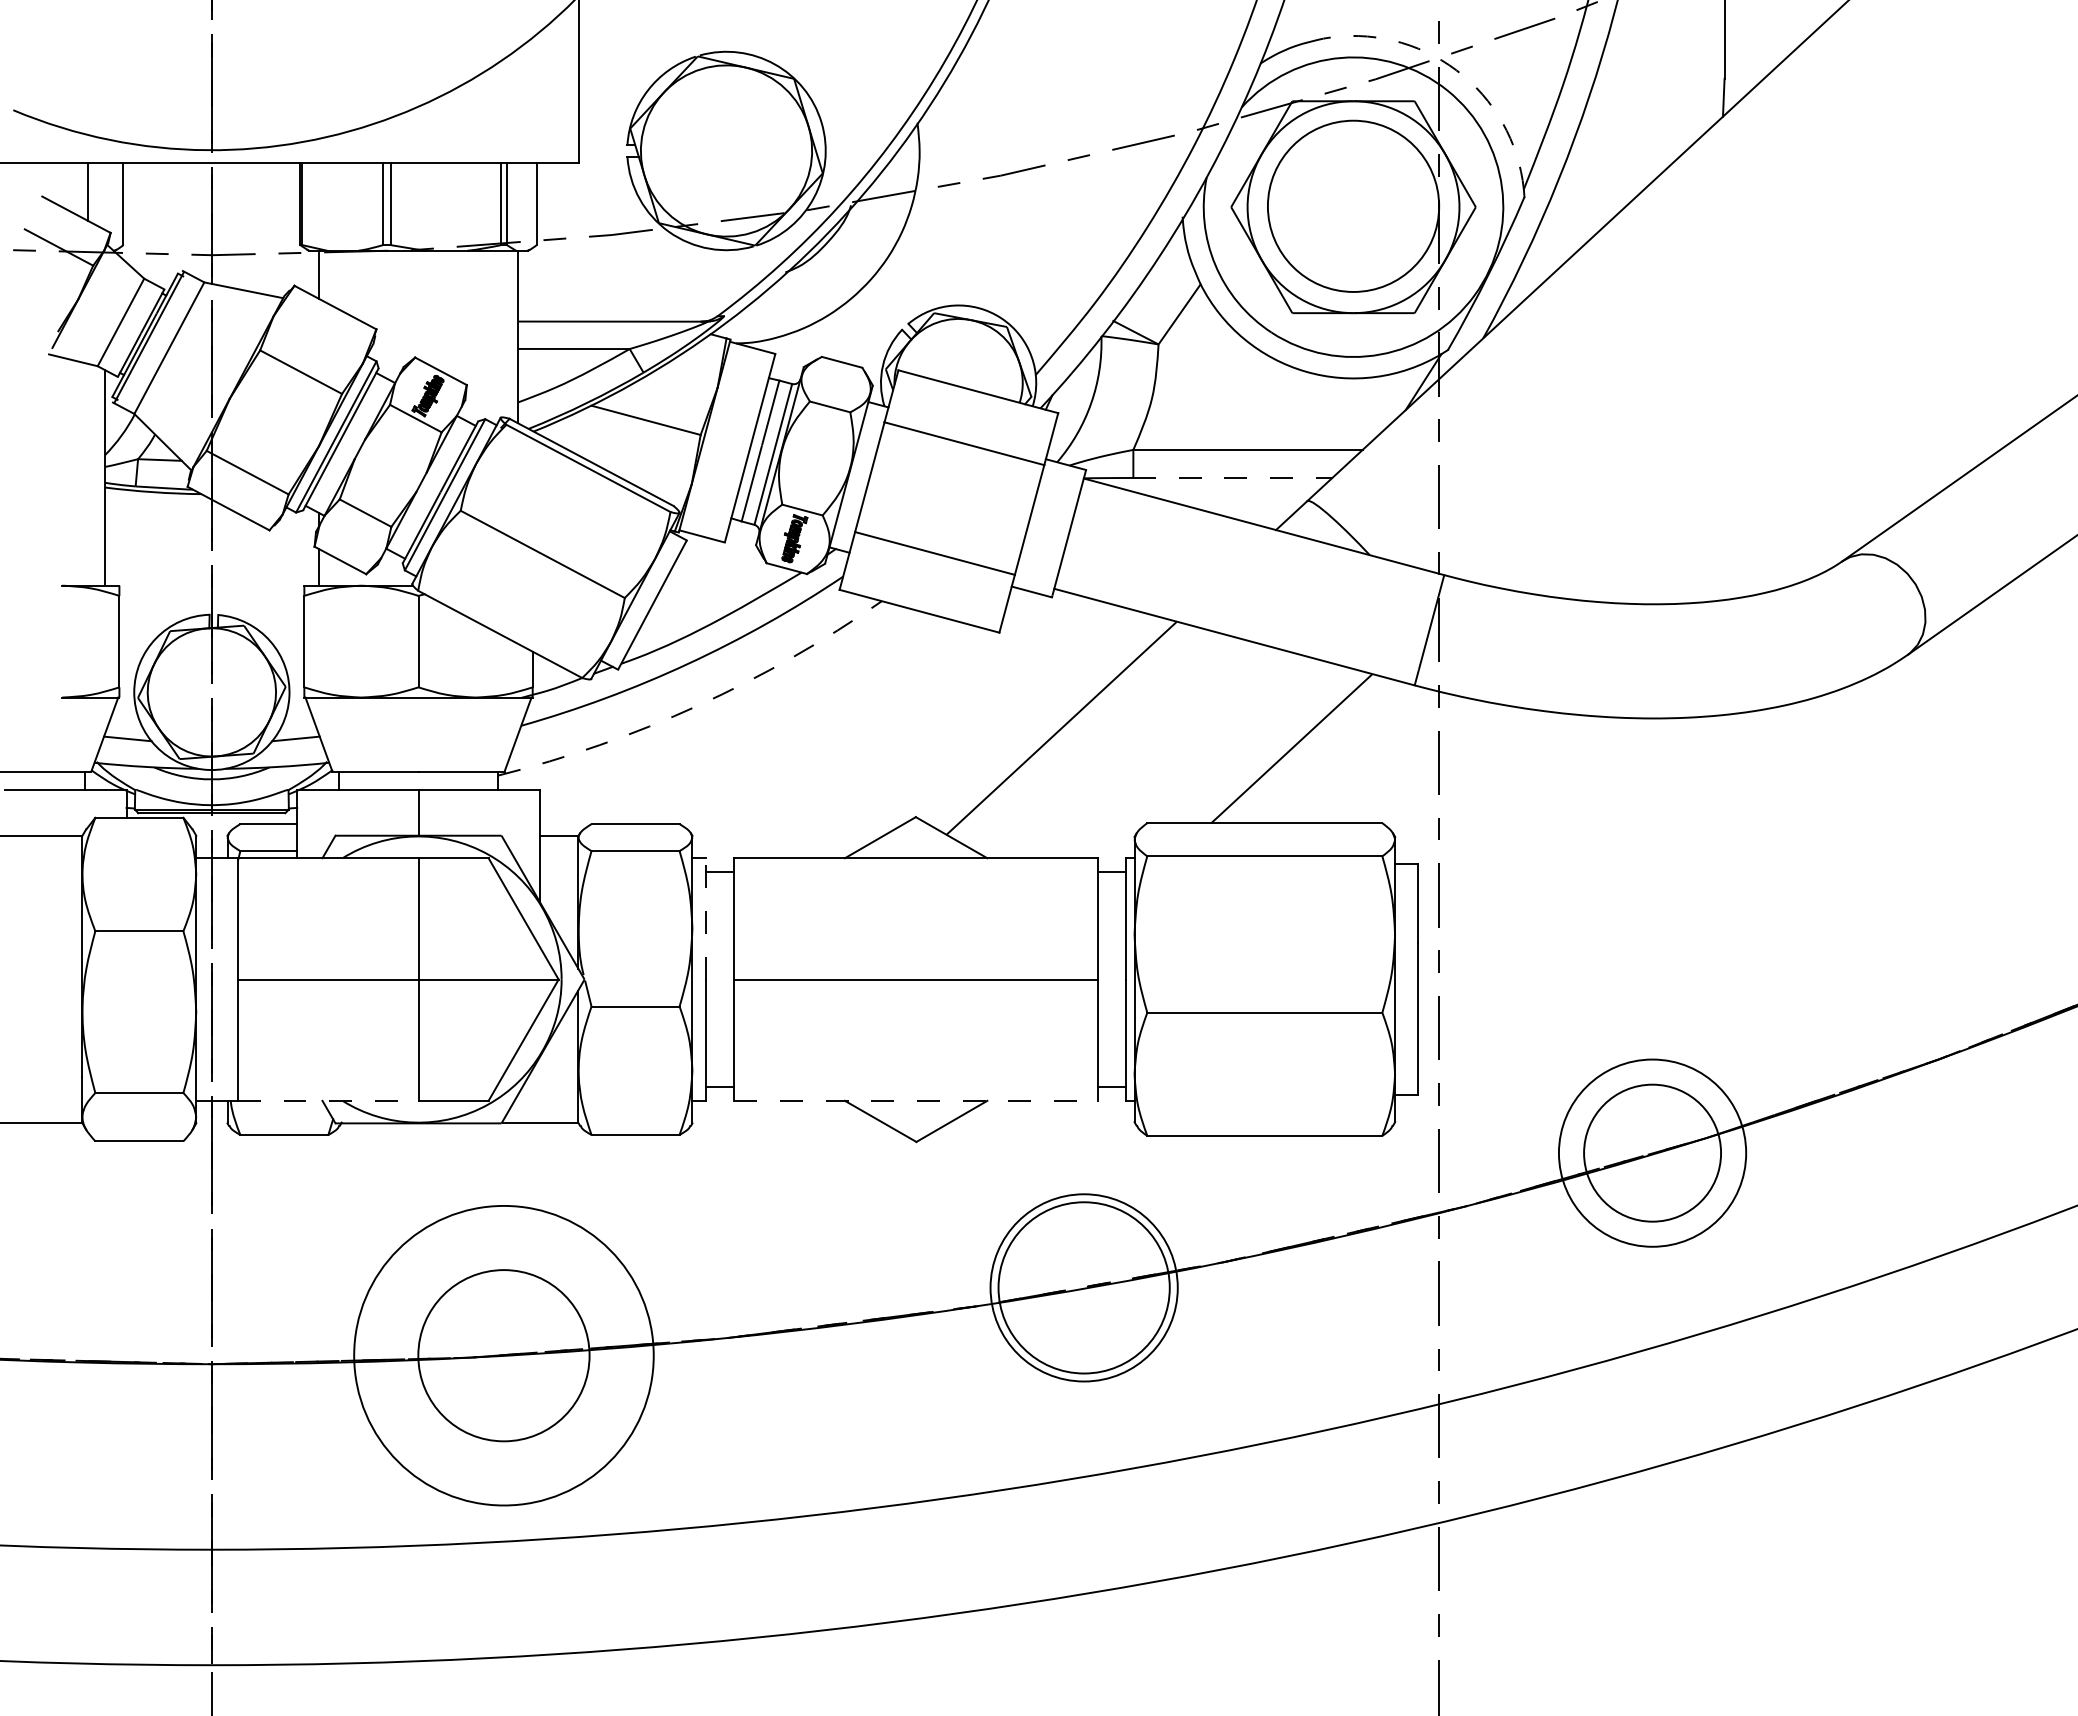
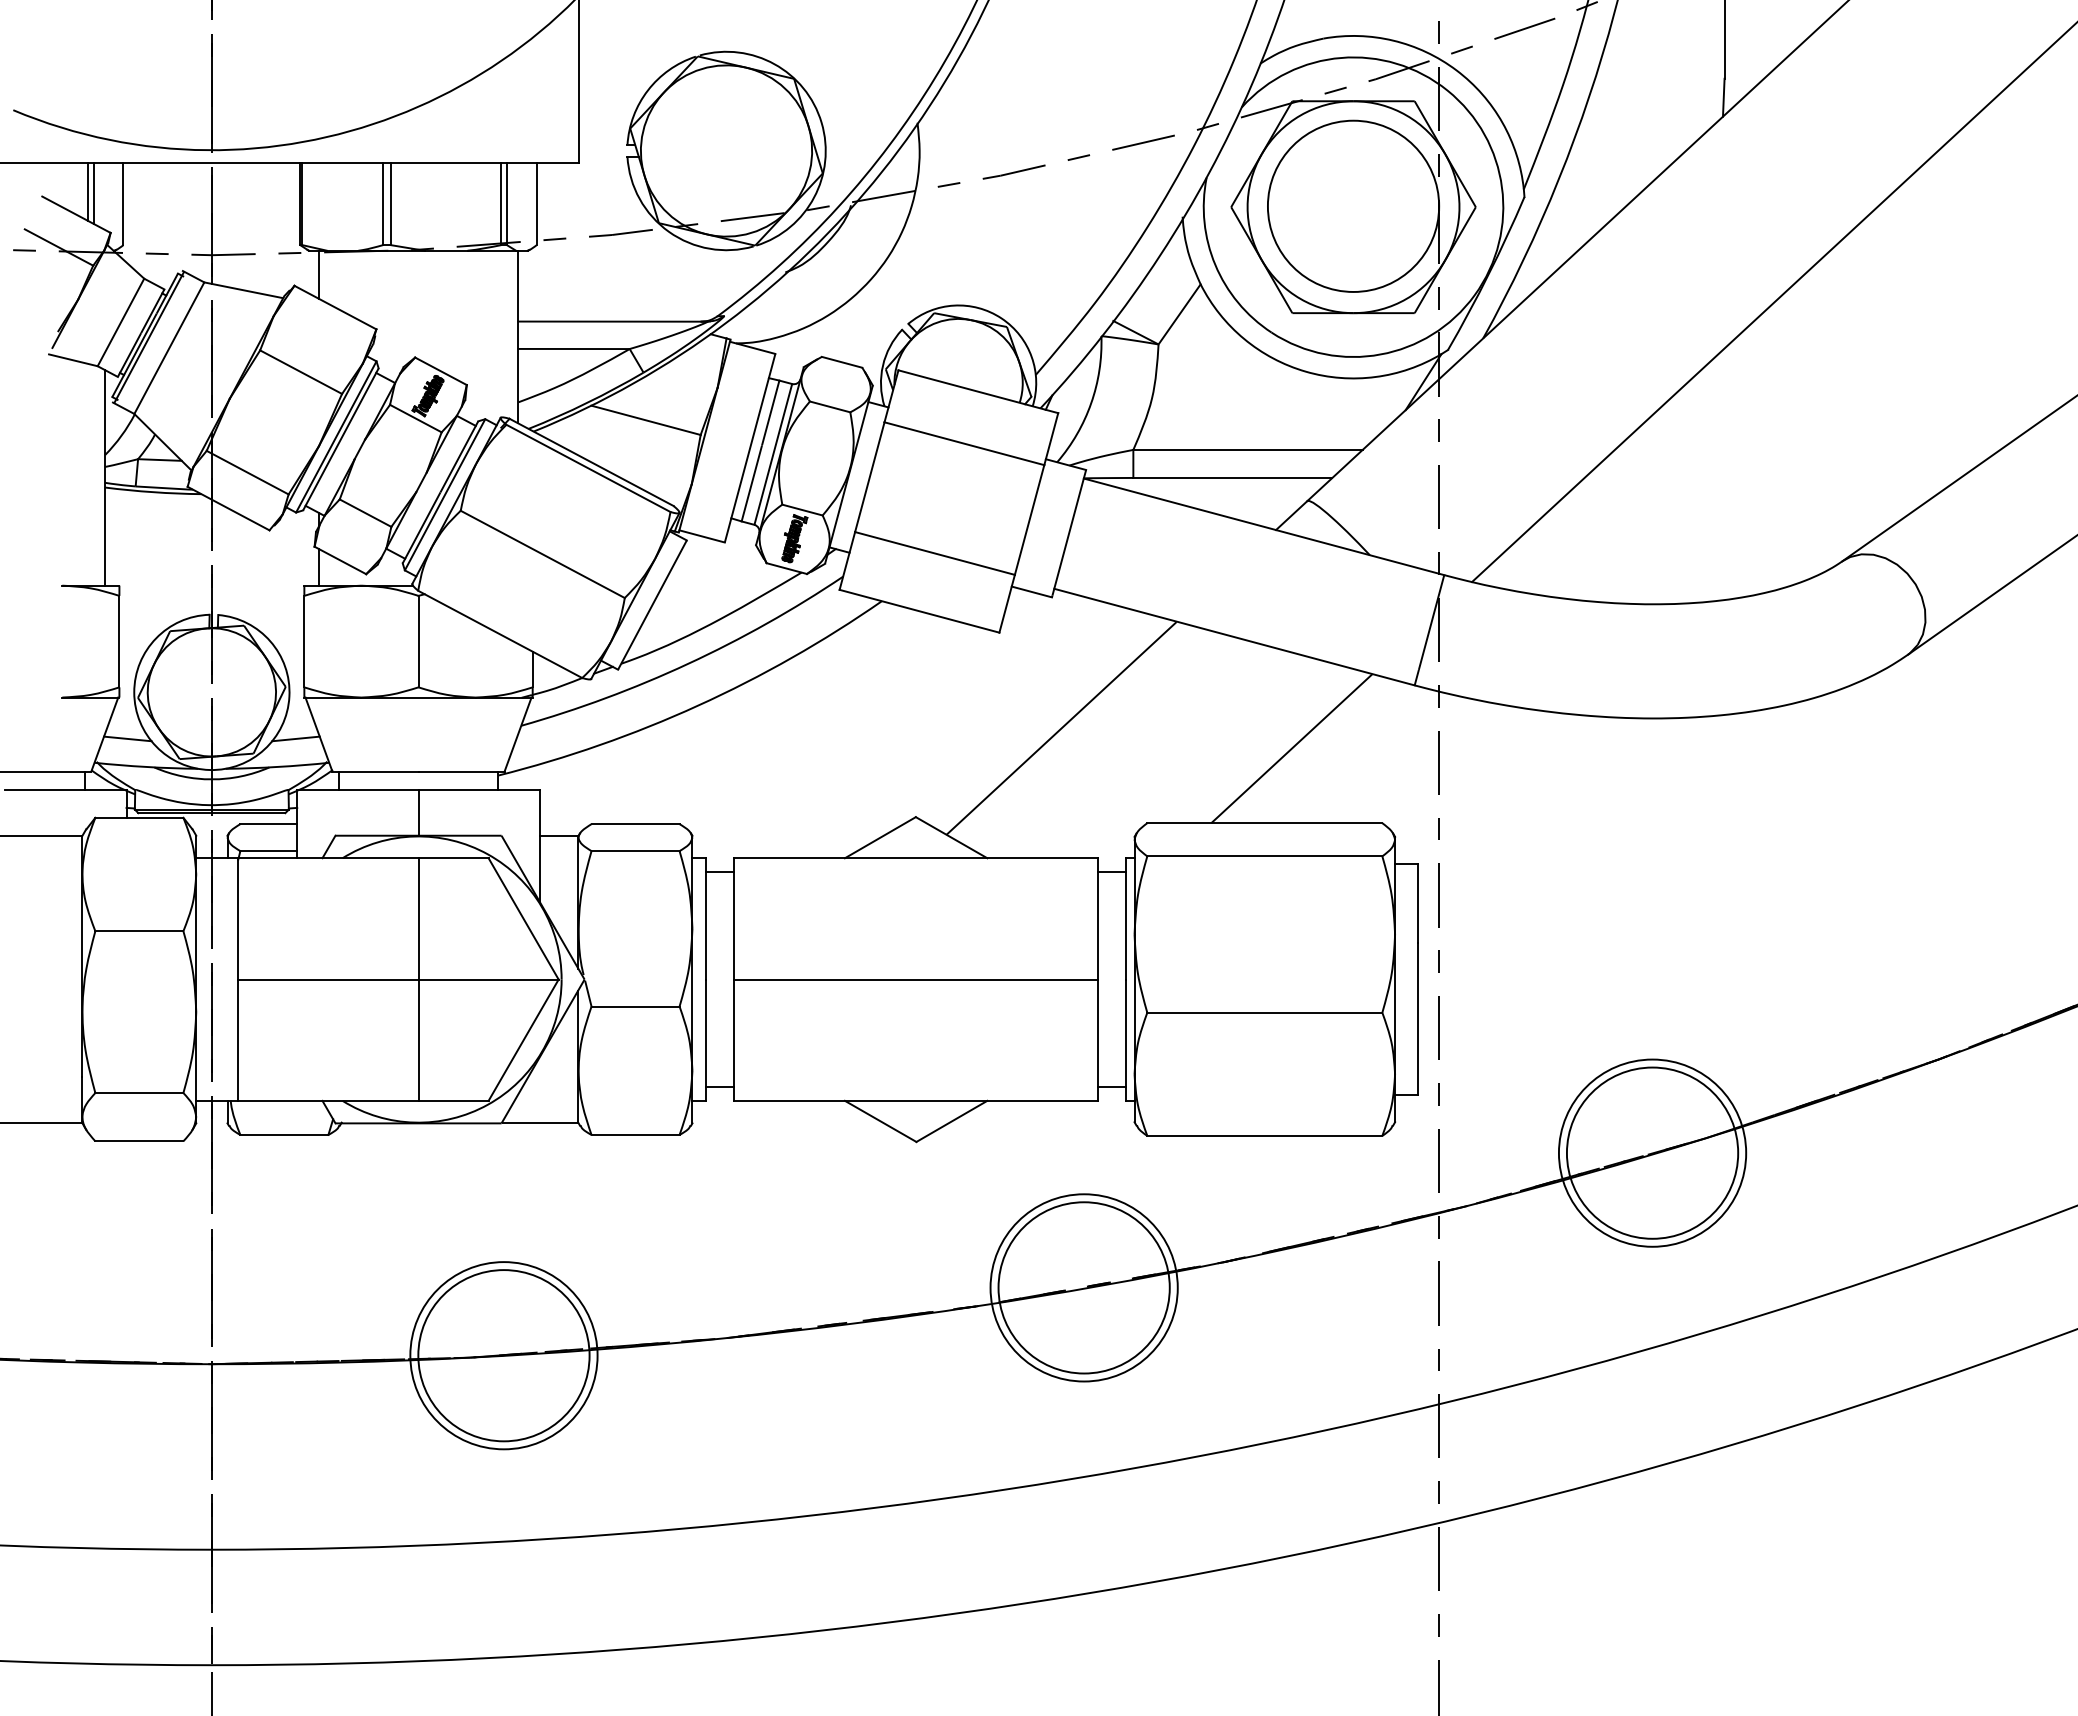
arc at (1456, 70): dashed -> solid
line at (93, 192): none -> present
line at (1773, 303): none -> present
line at (1232, 478): dashed -> solid
arc at (698, 705): dashed -> solid
line at (705, 918): dashed -> solid
line at (328, 1100): dashed -> solid
line at (916, 1100): dashed -> solid
circle at (1652, 1152) diameter: 137 px -> 171 px
circle at (503, 1355) diameter: 300 px -> 187 px
